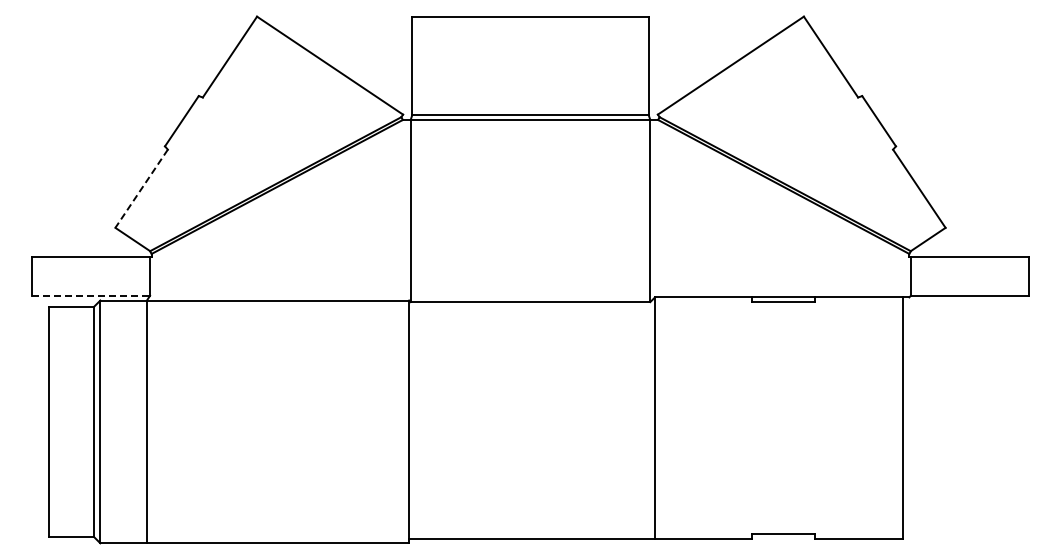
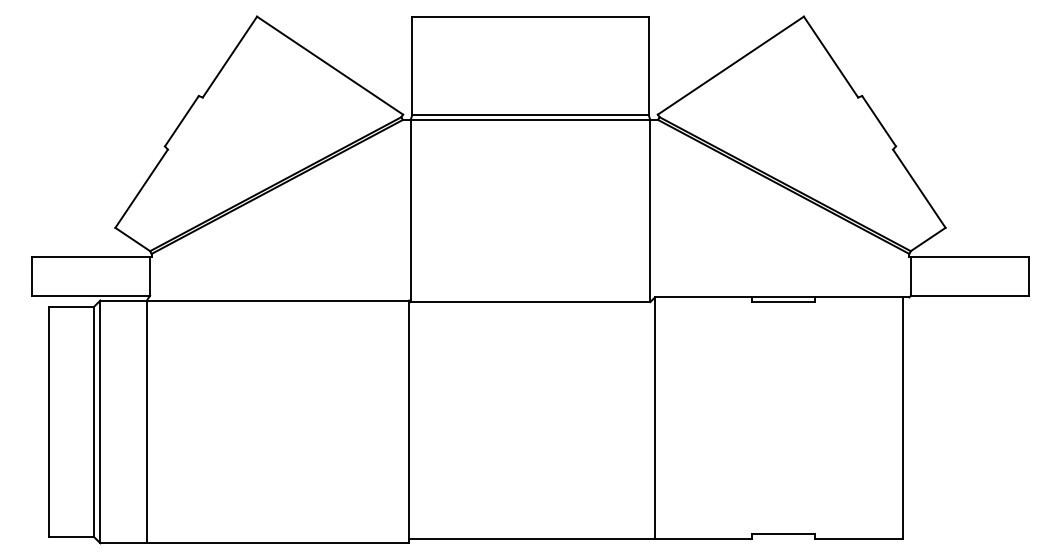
line at (141, 189): dashed -> solid
line at (91, 295): dashed -> solid
